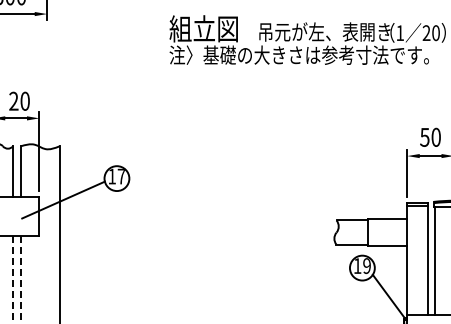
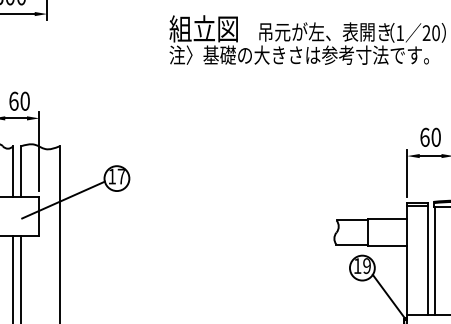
text at (13, 100): 20 -> 60
text at (424, 136): 50 -> 60
line at (13, 279): dashed -> solid
line at (20, 279): dashed -> solid
